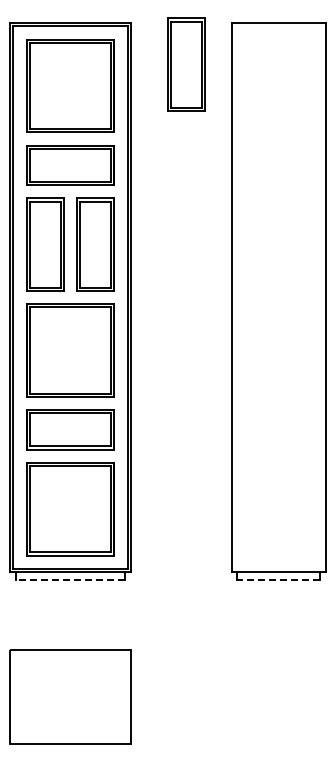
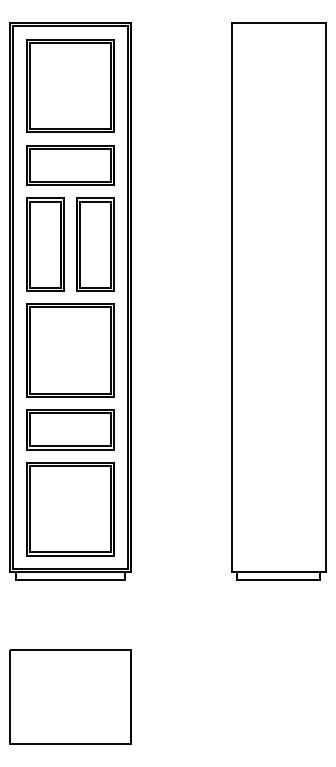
part at (186, 64): present -> none
line at (70, 580): dashed -> solid
line at (278, 580): dashed -> solid
